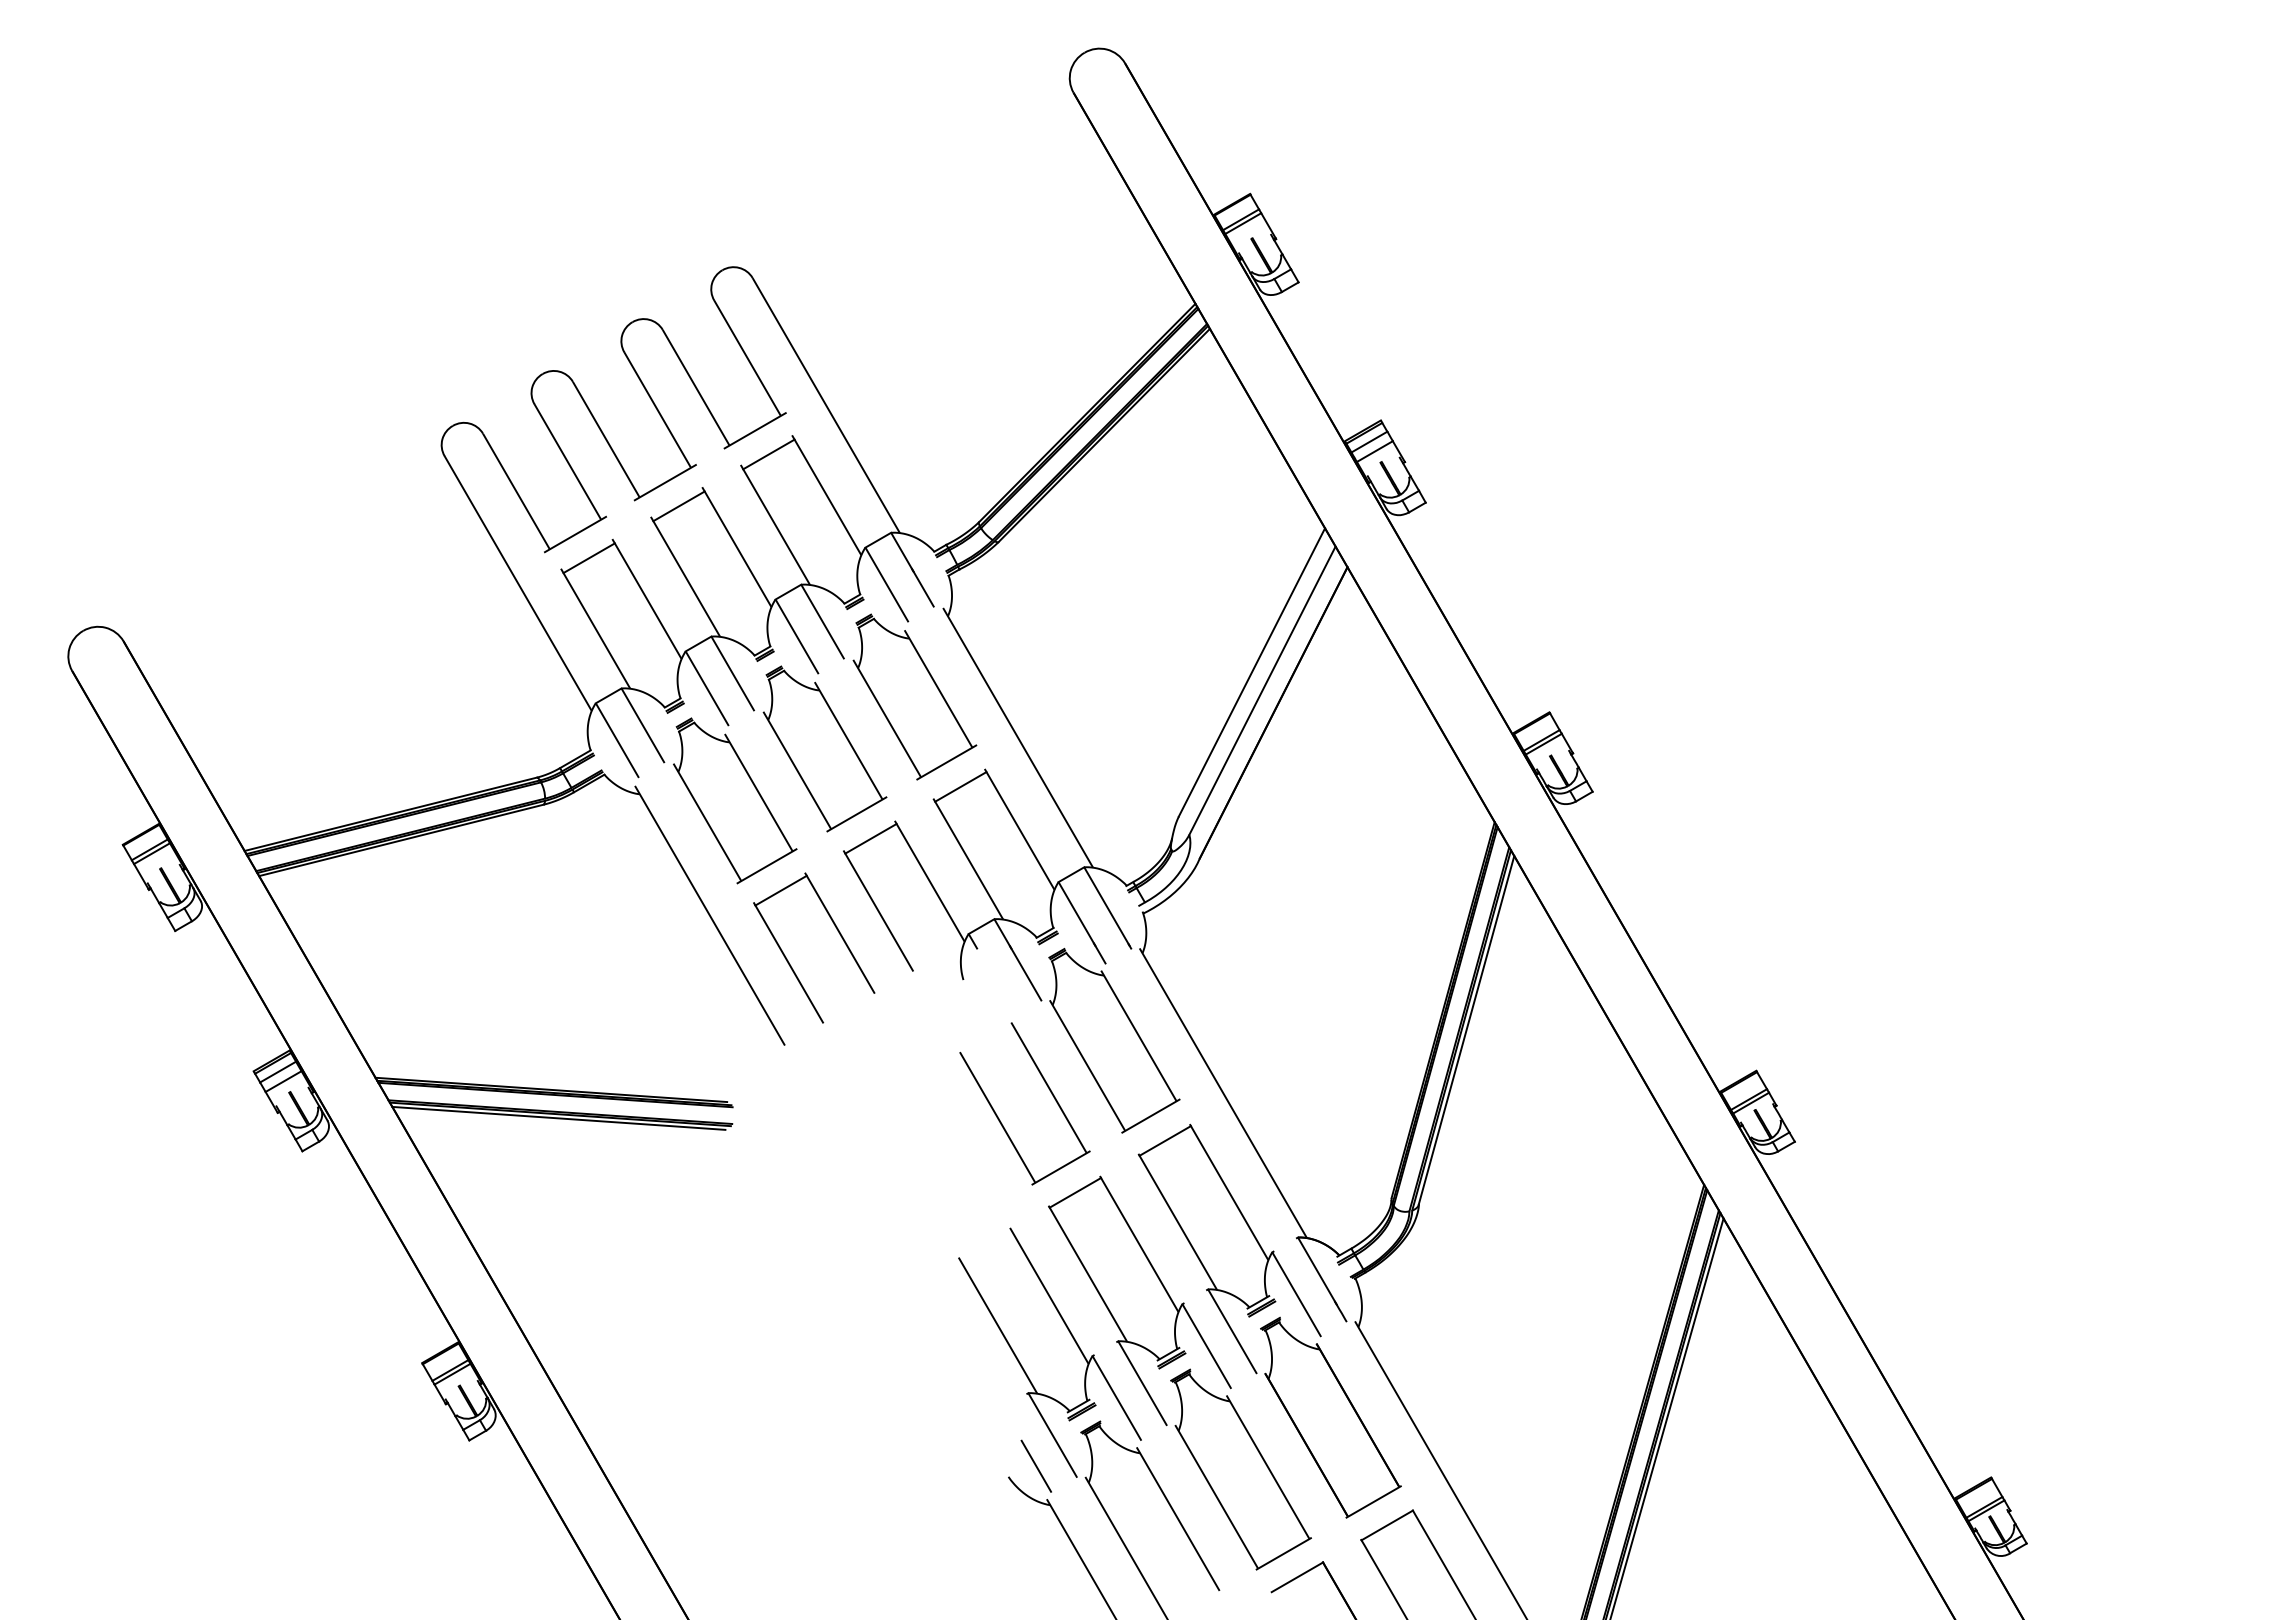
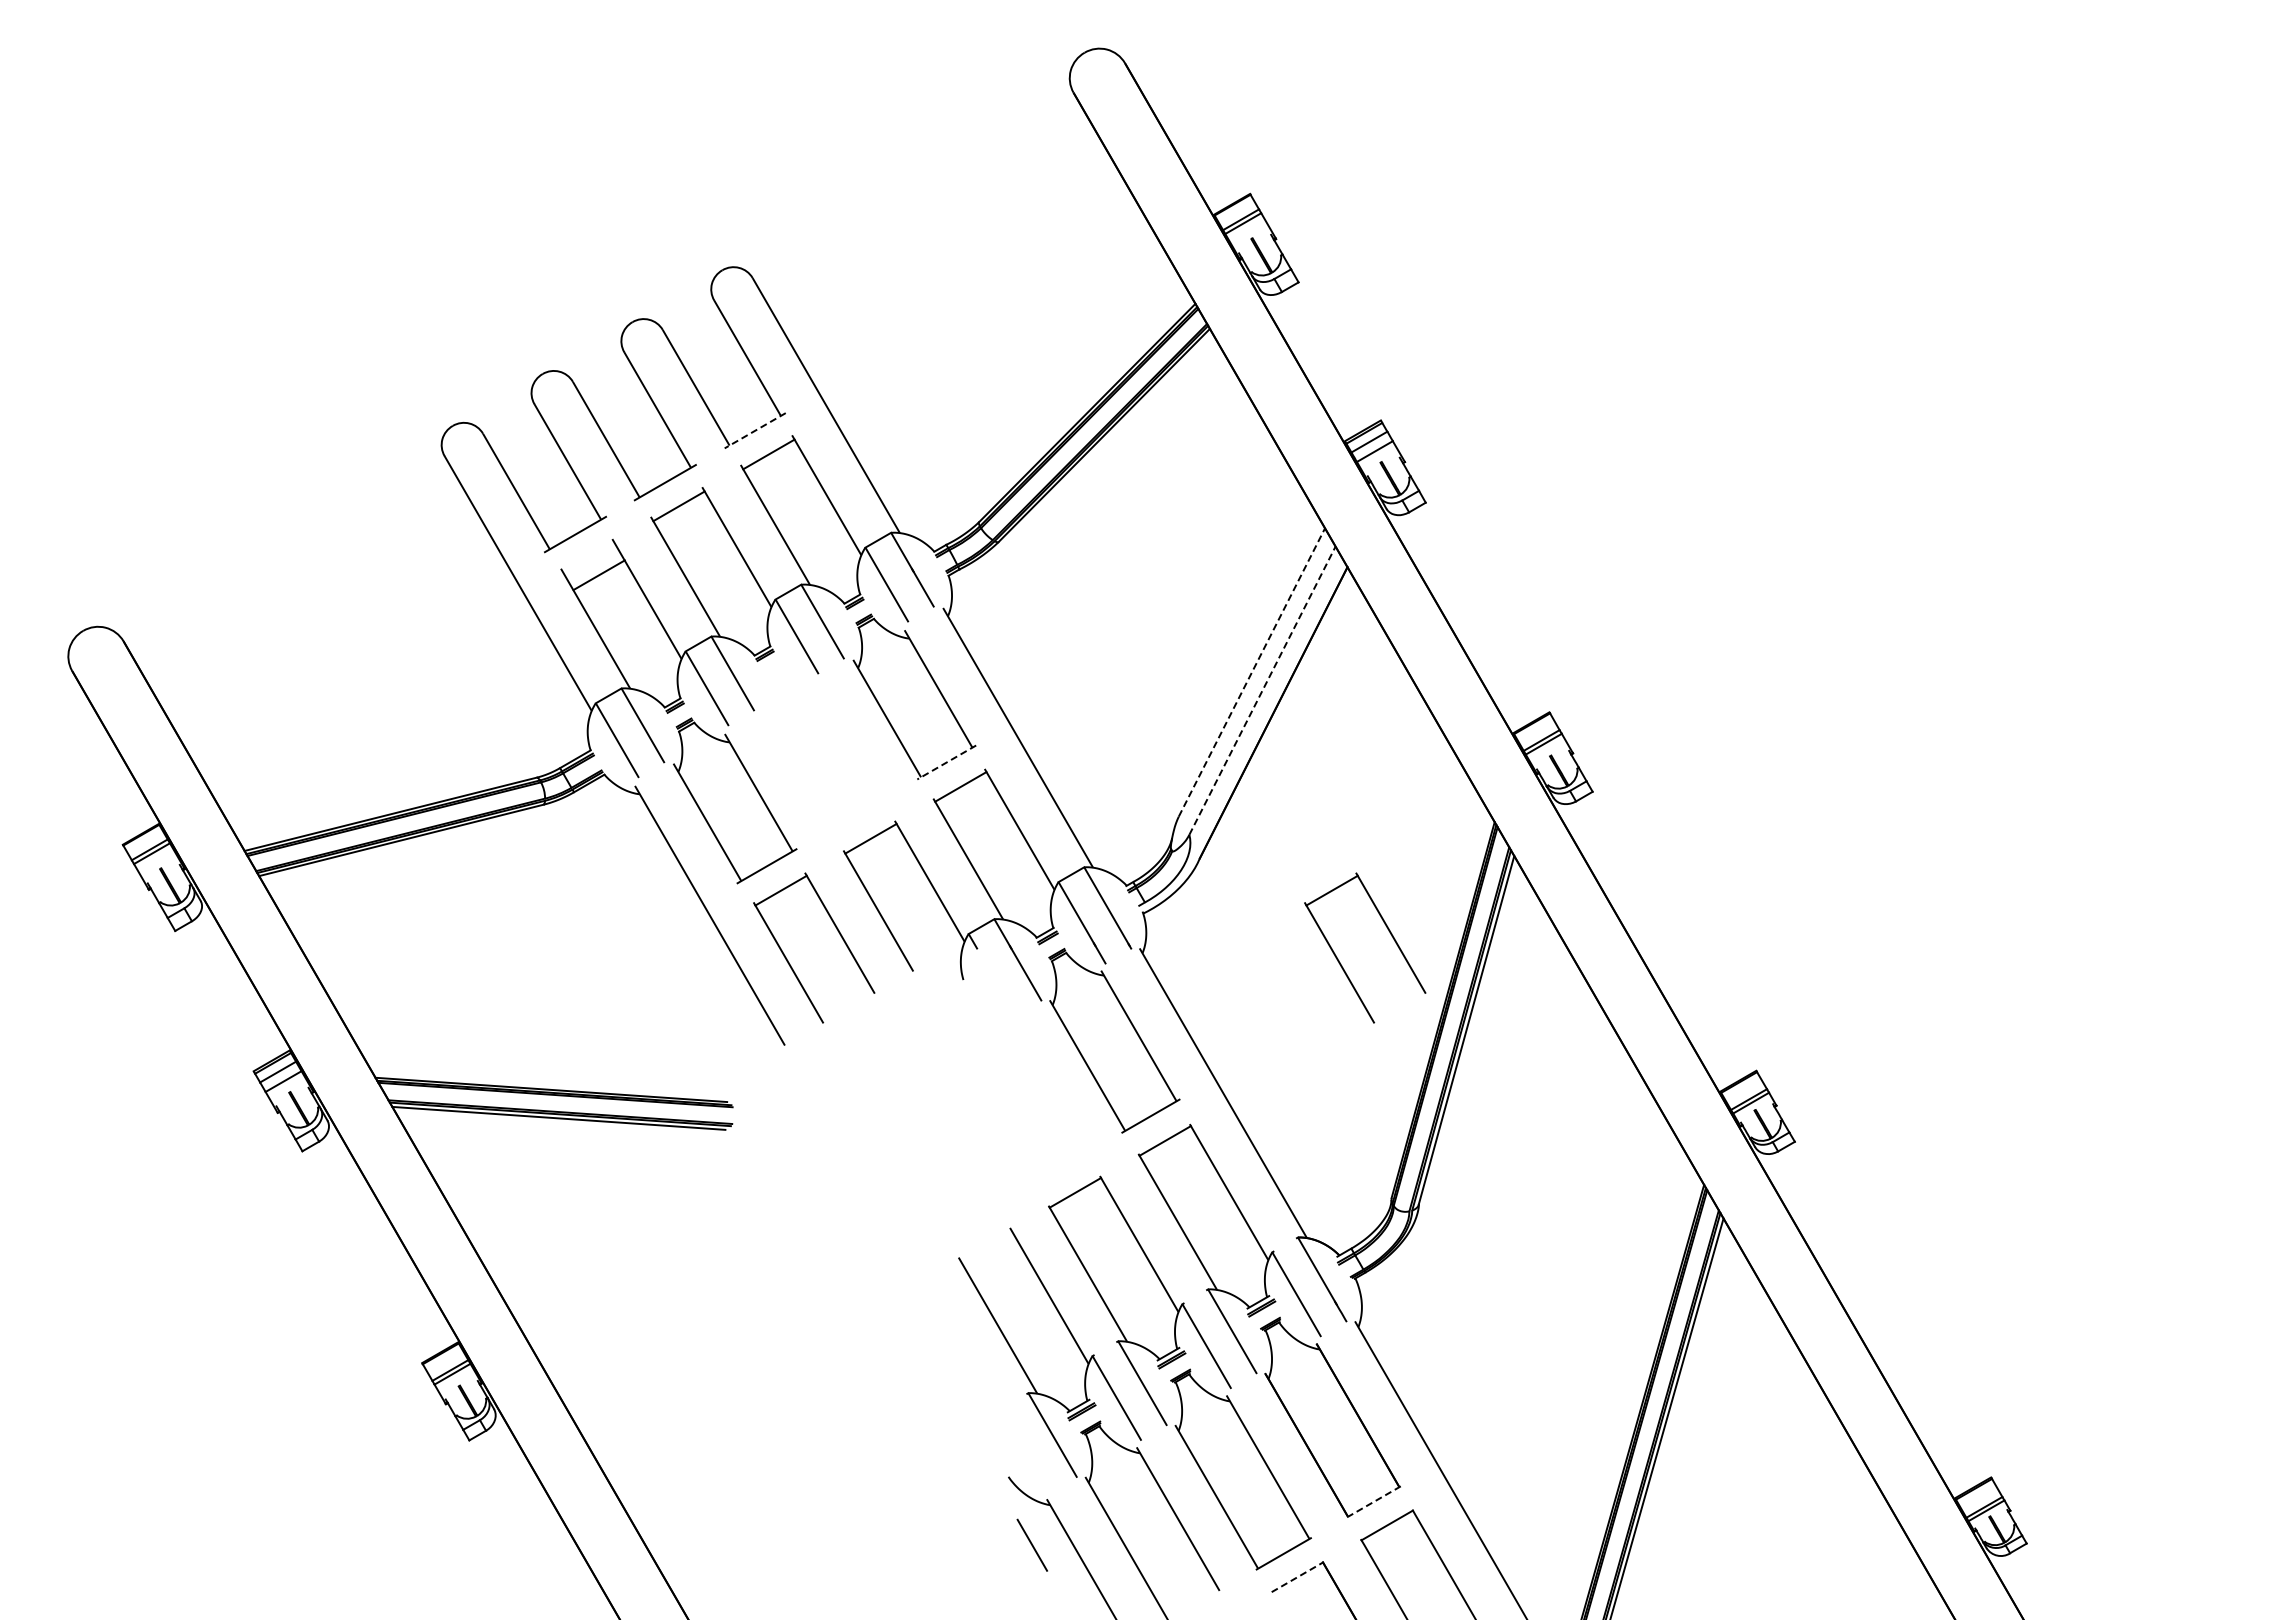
line at (754, 431): solid -> dashed
line at (588, 558) position: (588, 558) -> (598, 575)
line at (1251, 672): solid -> dashed
line at (1262, 690): solid -> dashed
part at (824, 748): present -> none
line at (946, 762): solid -> dashed
part at (1388, 931): none -> present
part at (1048, 1089): present -> none
line at (1035, 1465) position: (1035, 1465) -> (1031, 1544)
line at (1373, 1502): solid -> dashed
line at (1297, 1577): solid -> dashed
